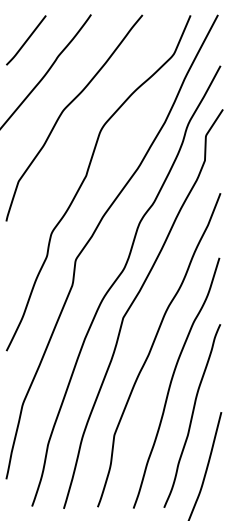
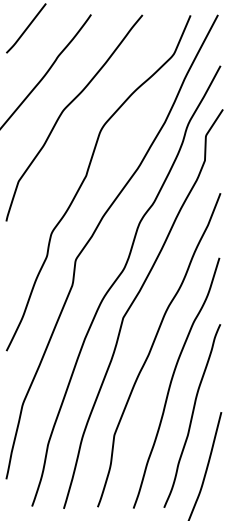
line at (26, 40) position: (26, 40) -> (26, 28)
